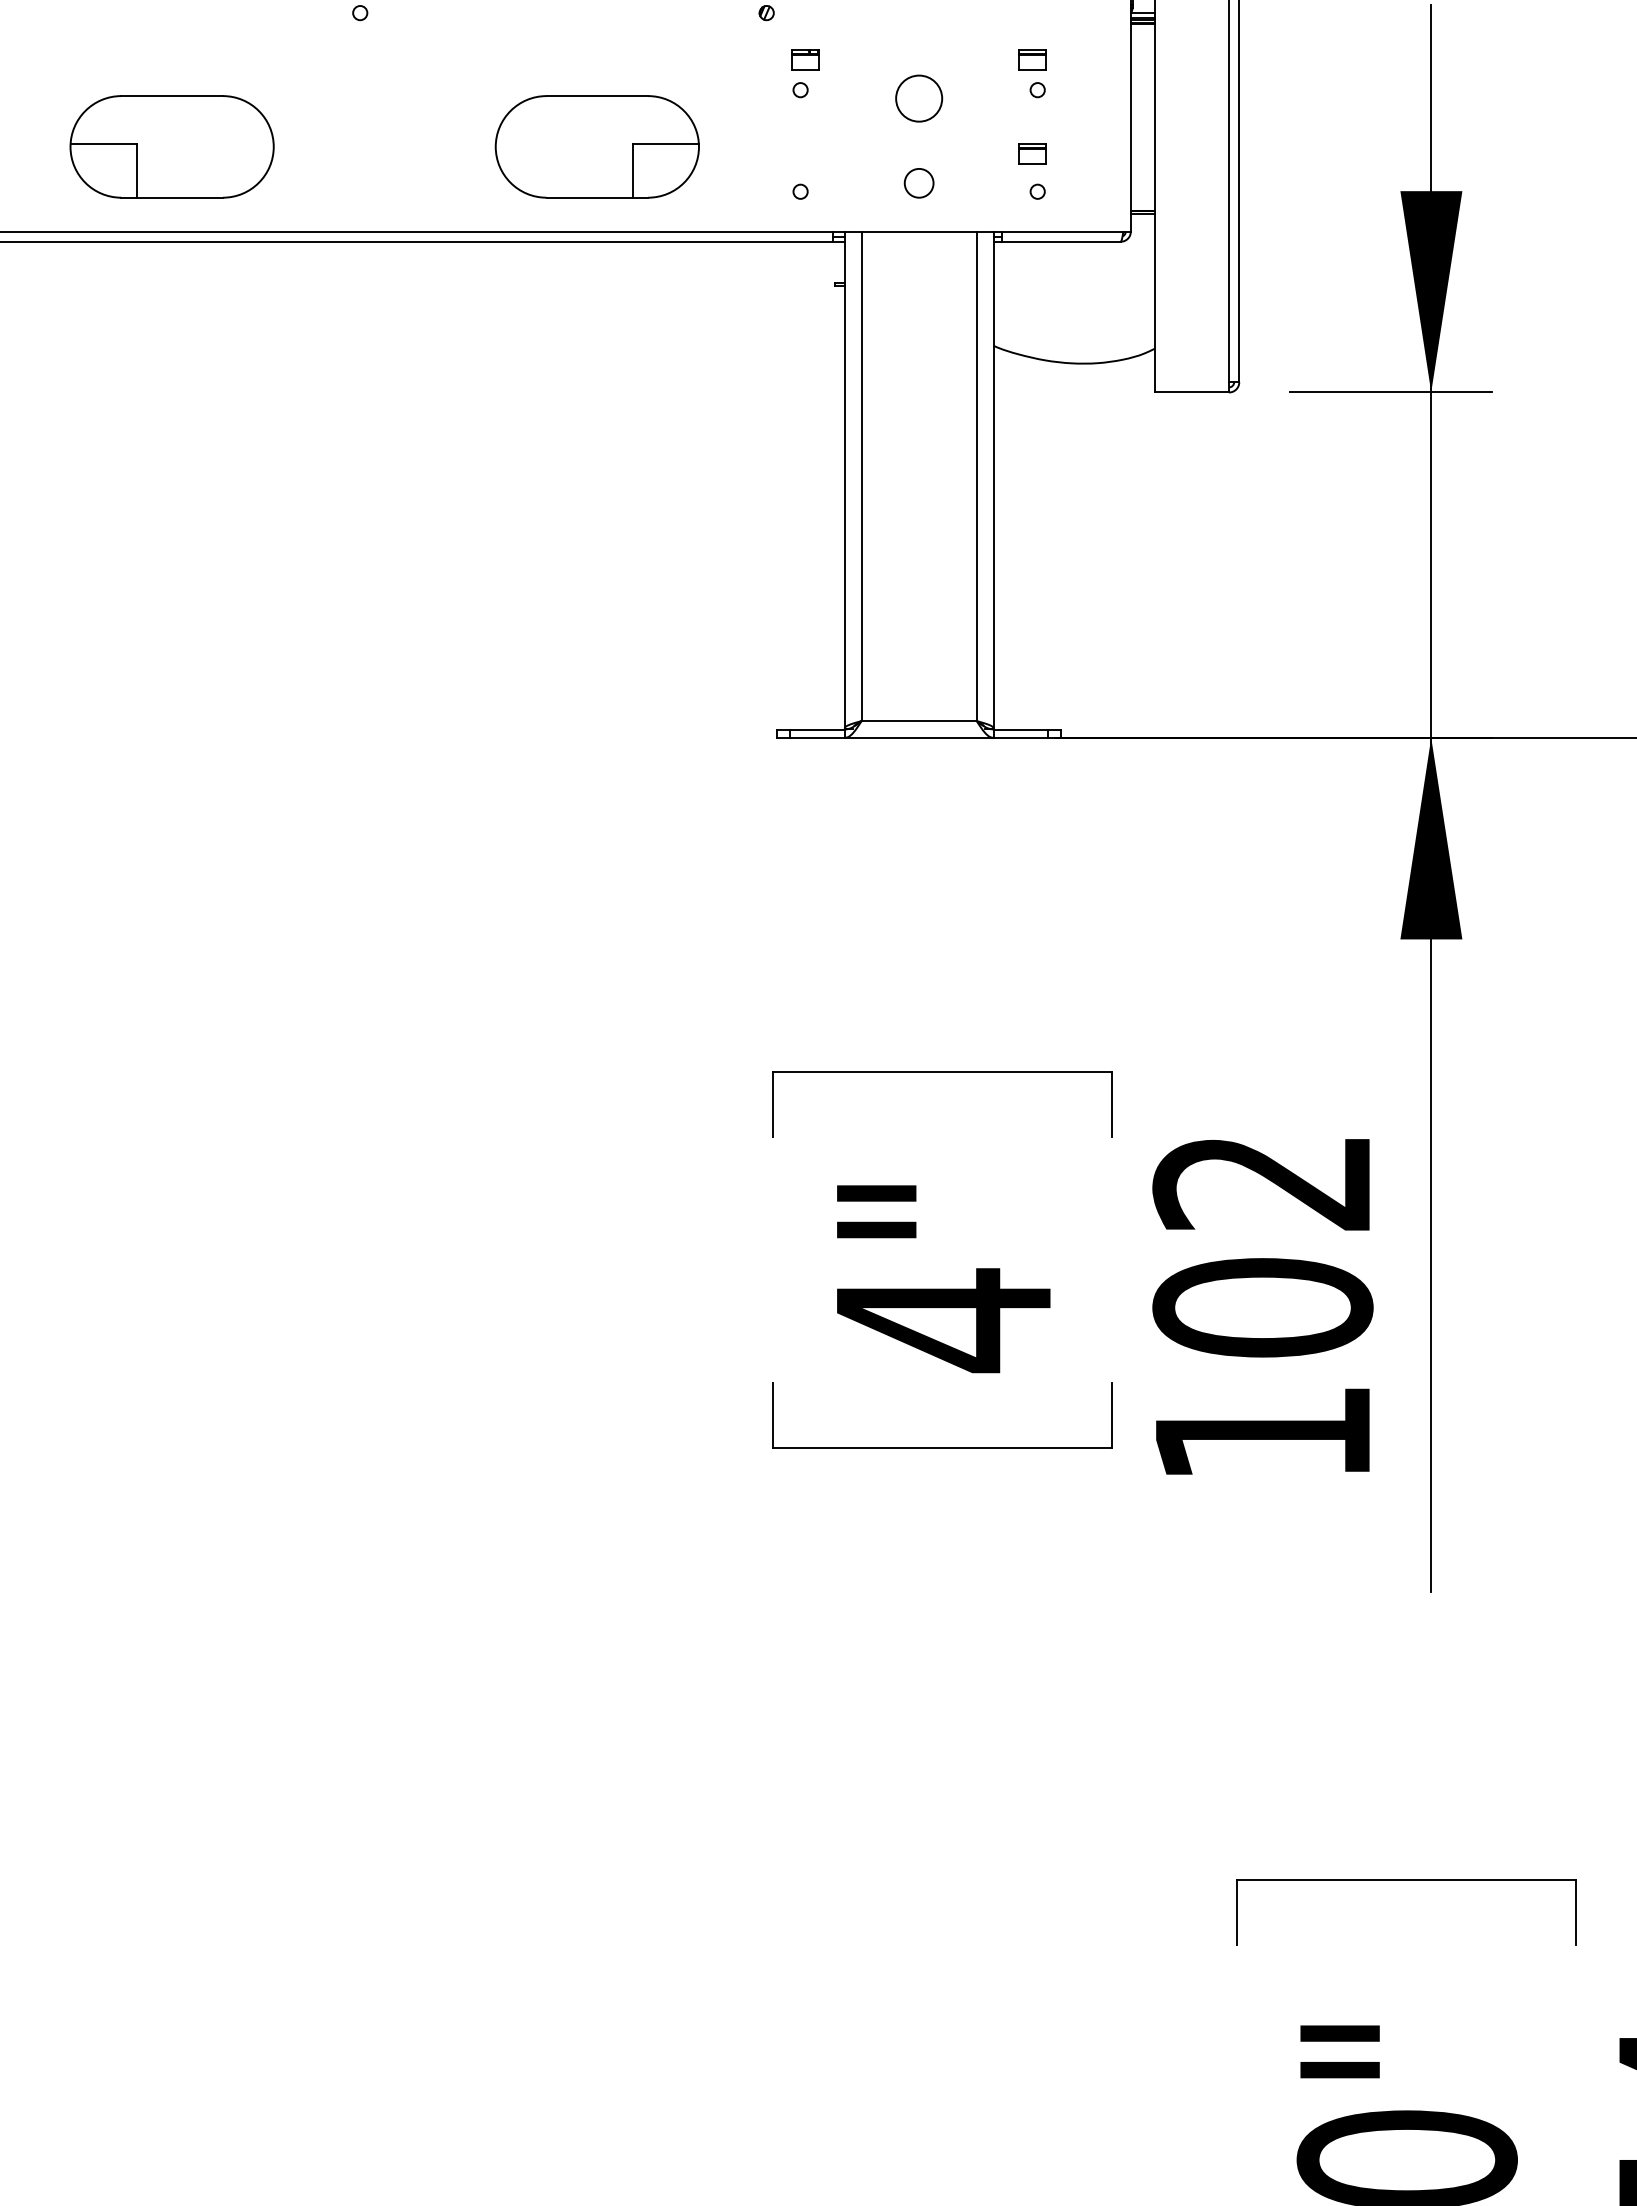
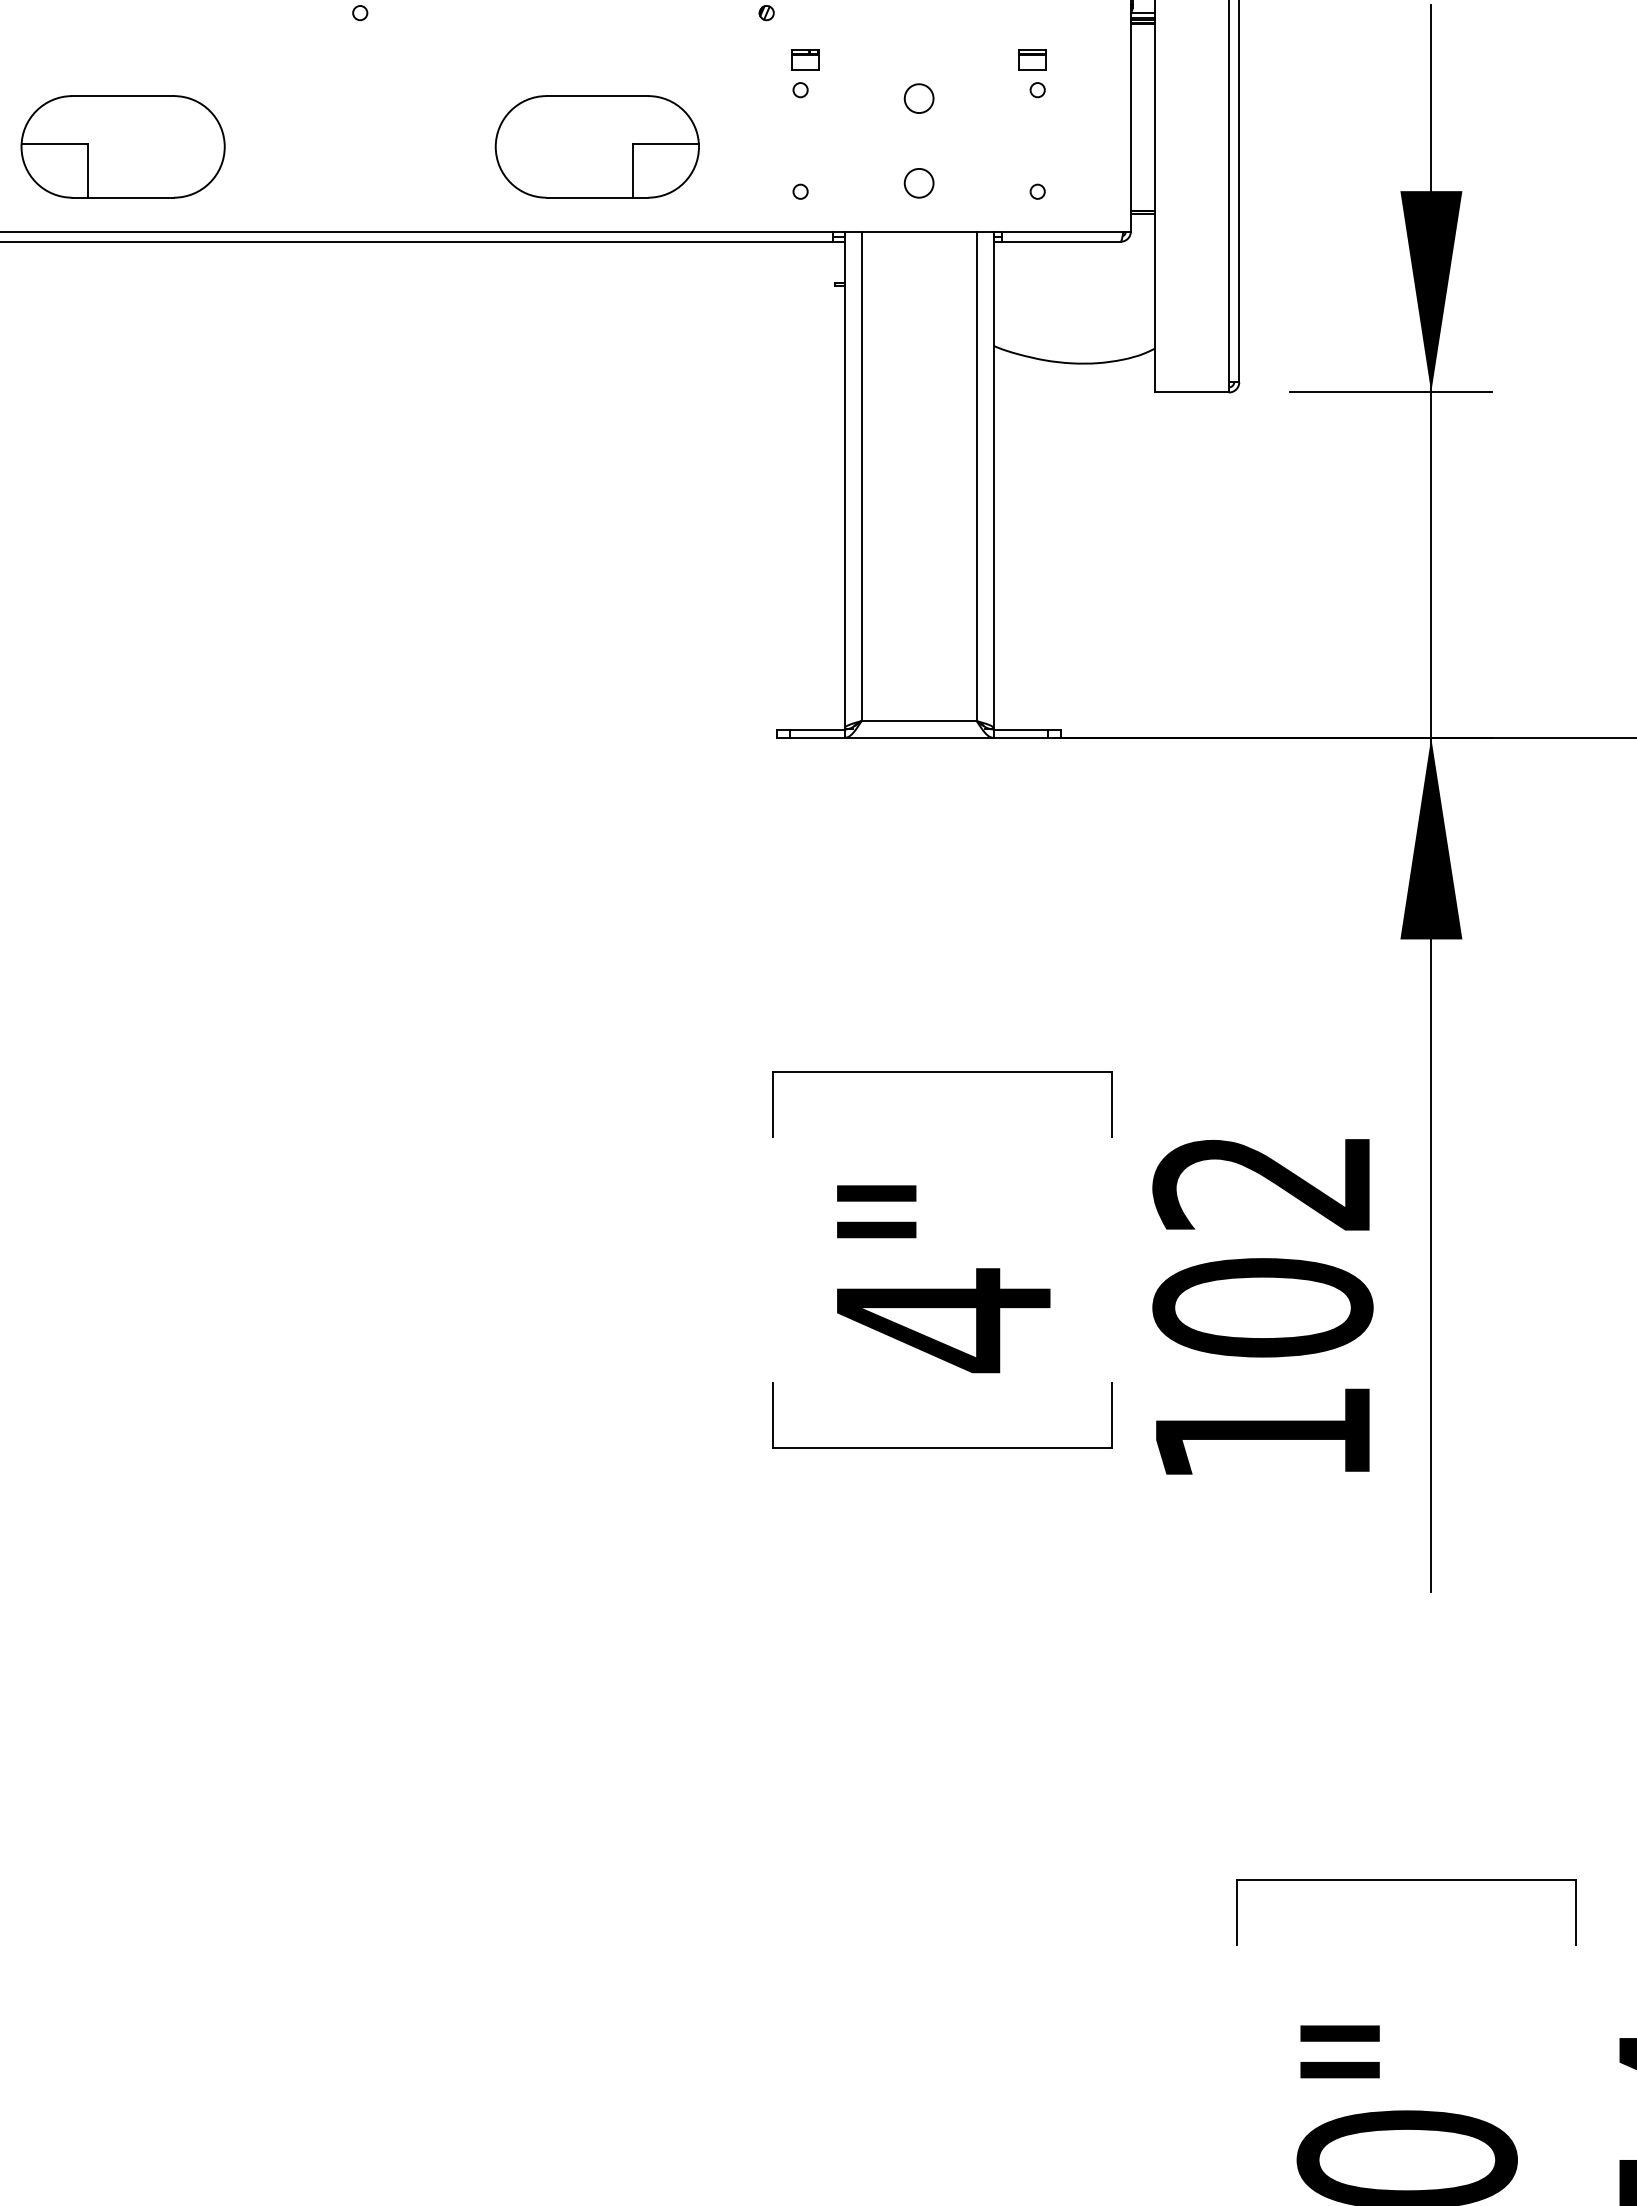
circle at (919, 98) diameter: 46 px -> 29 px
part at (171, 146) position: (171, 146) -> (122, 146)
part at (1032, 153): present -> none
